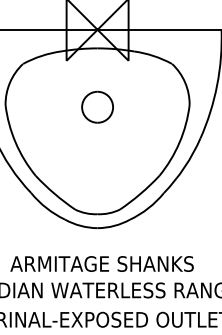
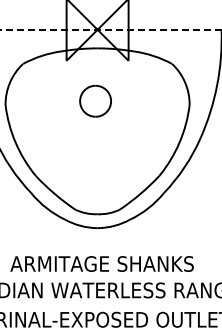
line at (110, 29): solid -> dashed
part at (97, 106) position: (97, 106) -> (95, 100)
